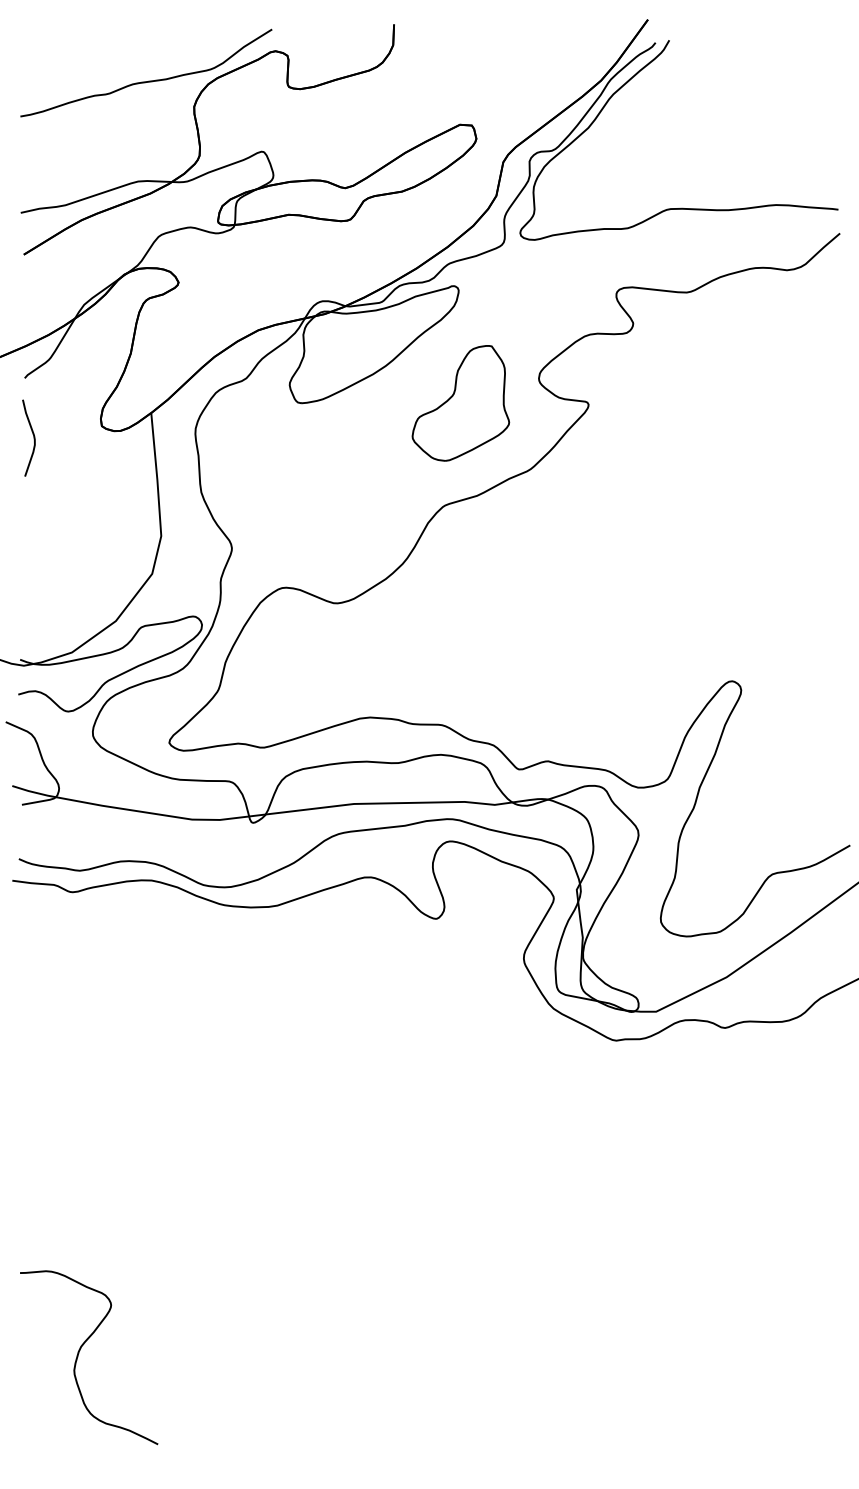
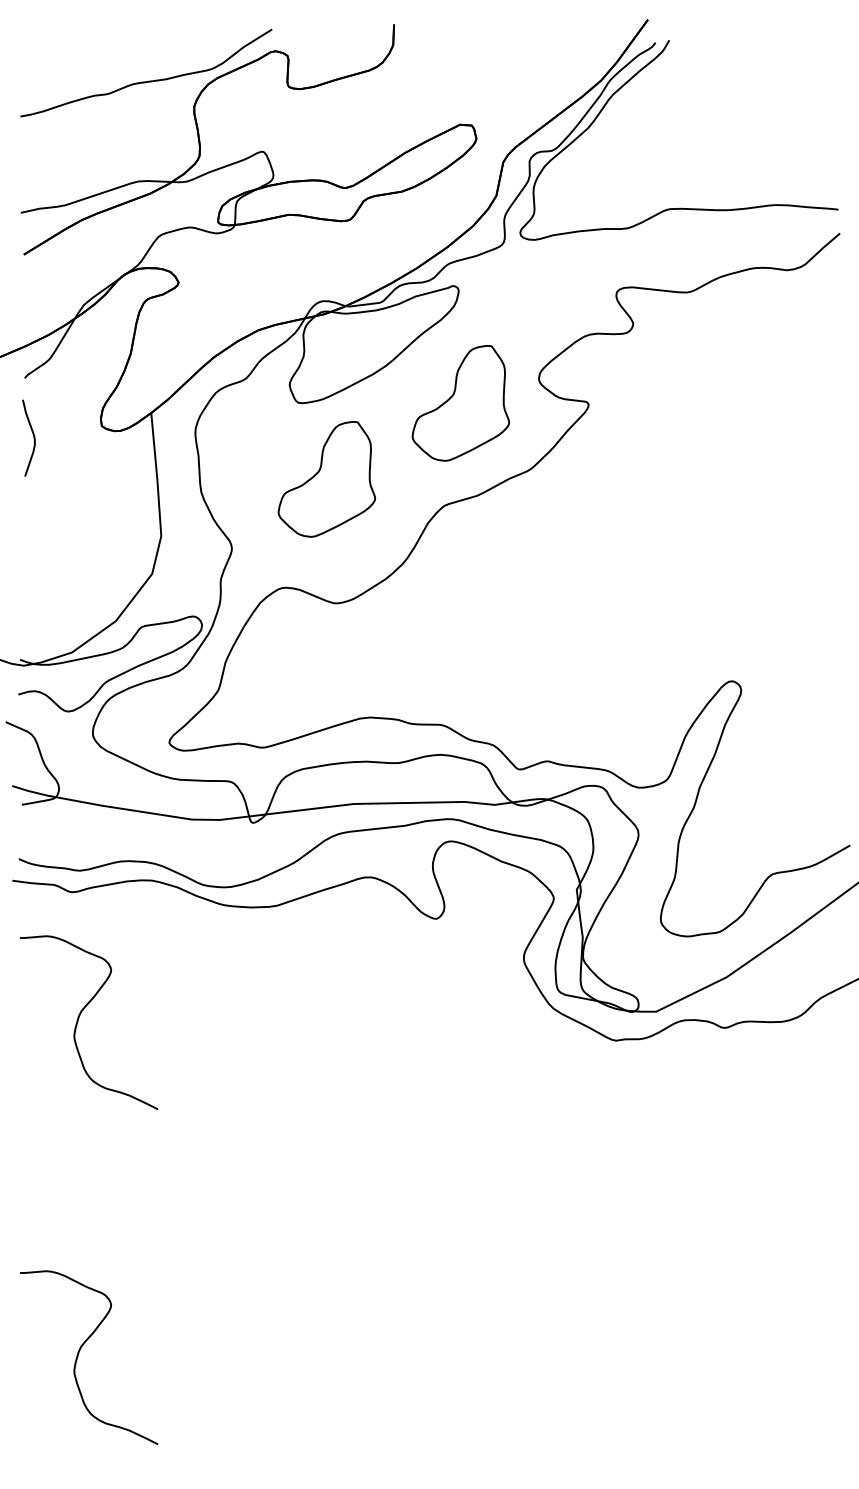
part at (326, 479): none -> present
curve at (79, 1018): none -> present
